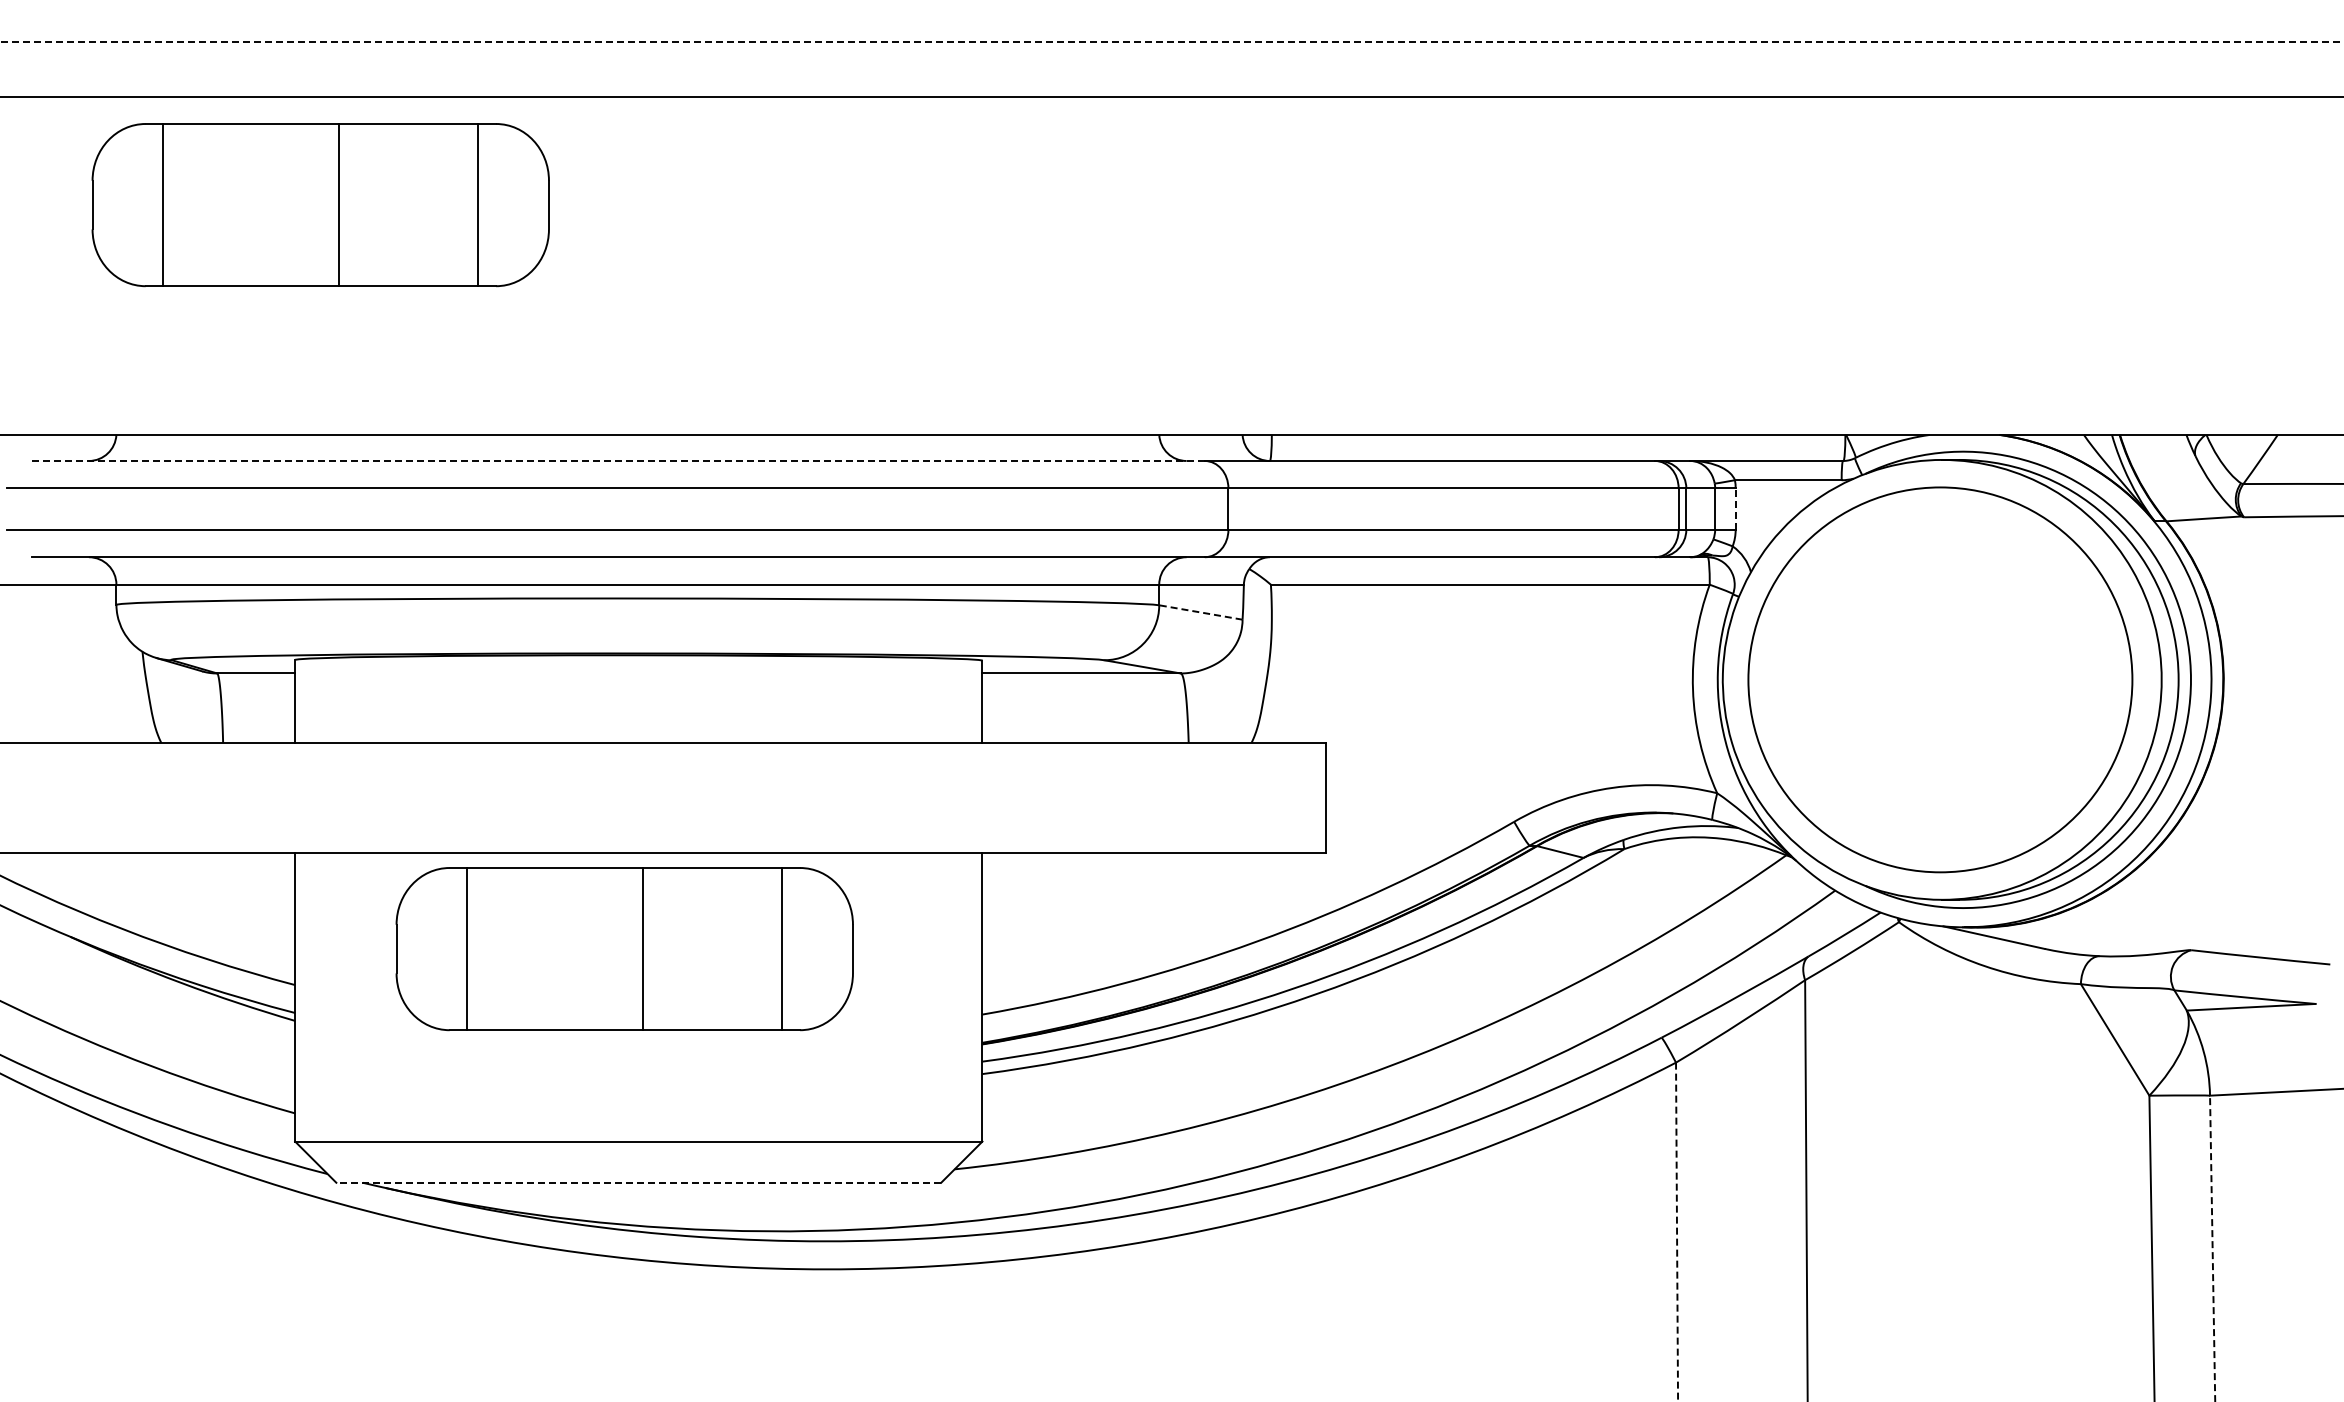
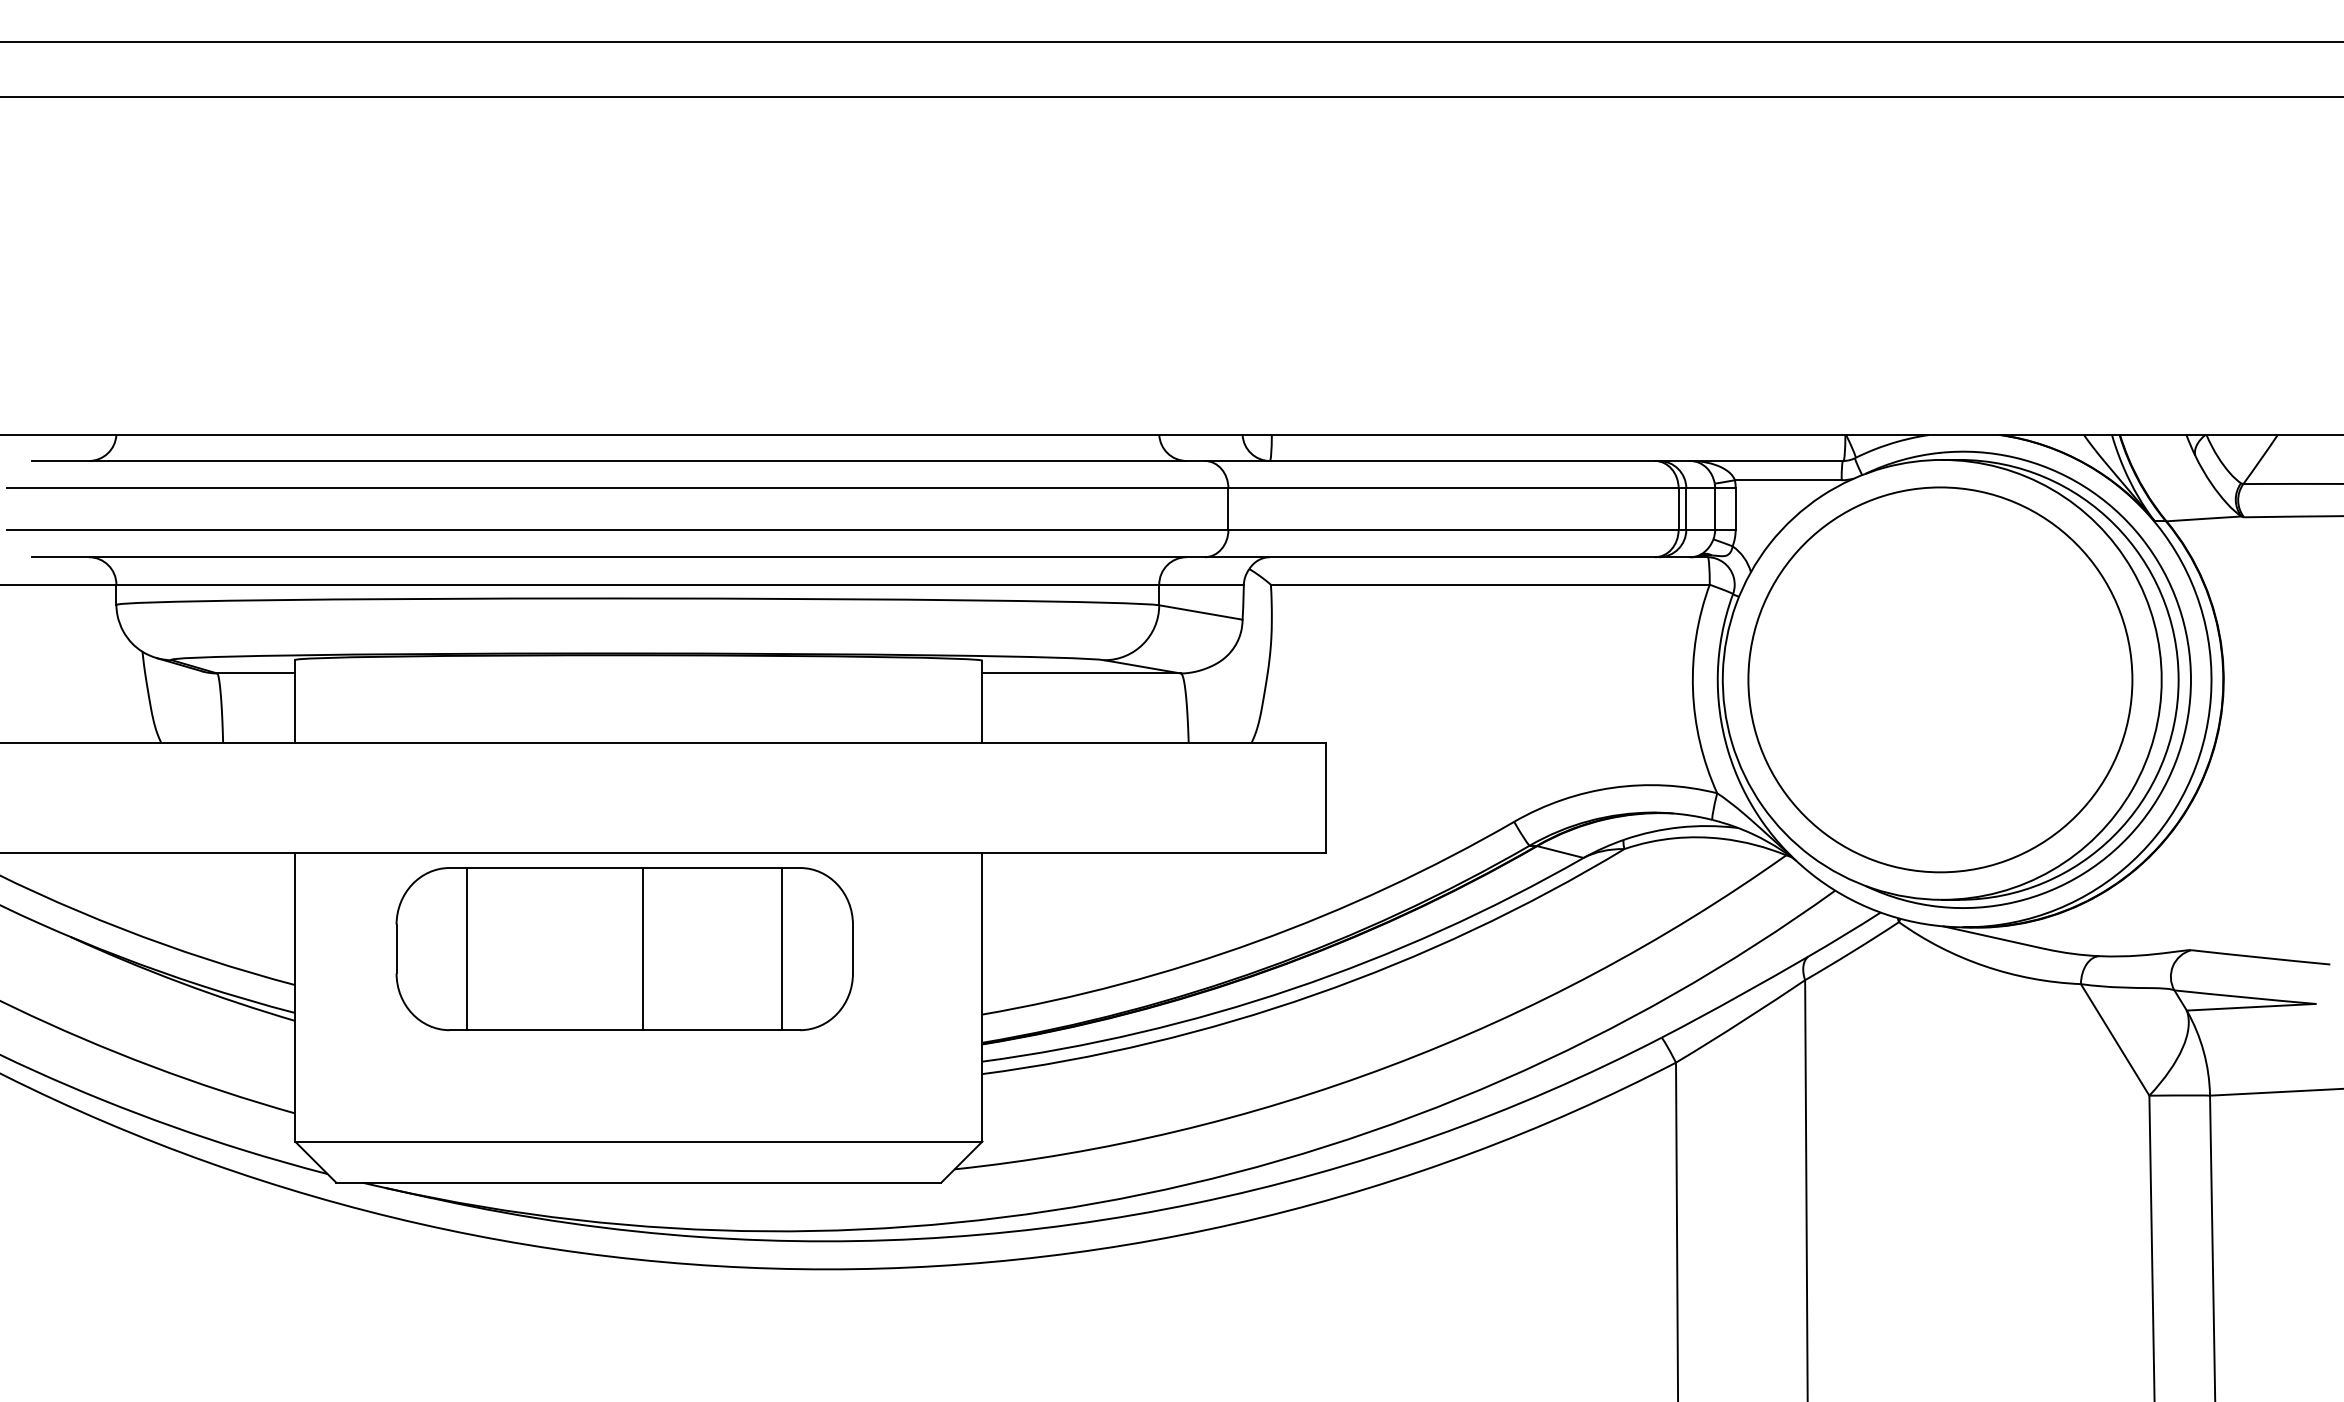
line at (1171, 41): dashed -> solid
part at (320, 205): present -> none
line at (618, 461): dashed -> solid
line at (1735, 509): dashed -> solid
line at (1200, 612): dashed -> solid
line at (638, 1182): dashed -> solid
line at (1677, 1232): dashed -> solid
line at (2212, 1248): dashed -> solid
